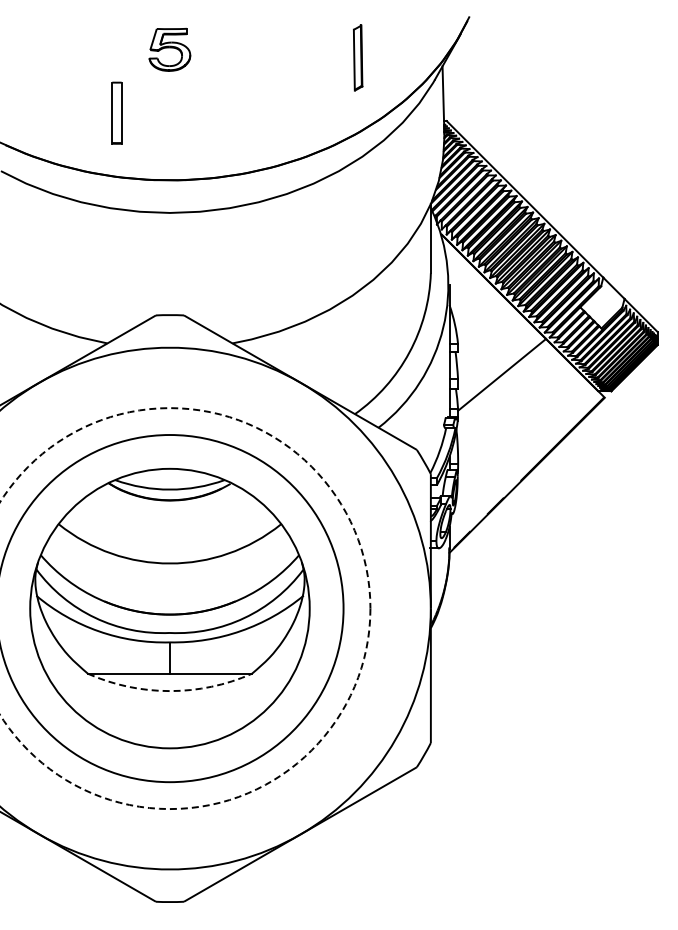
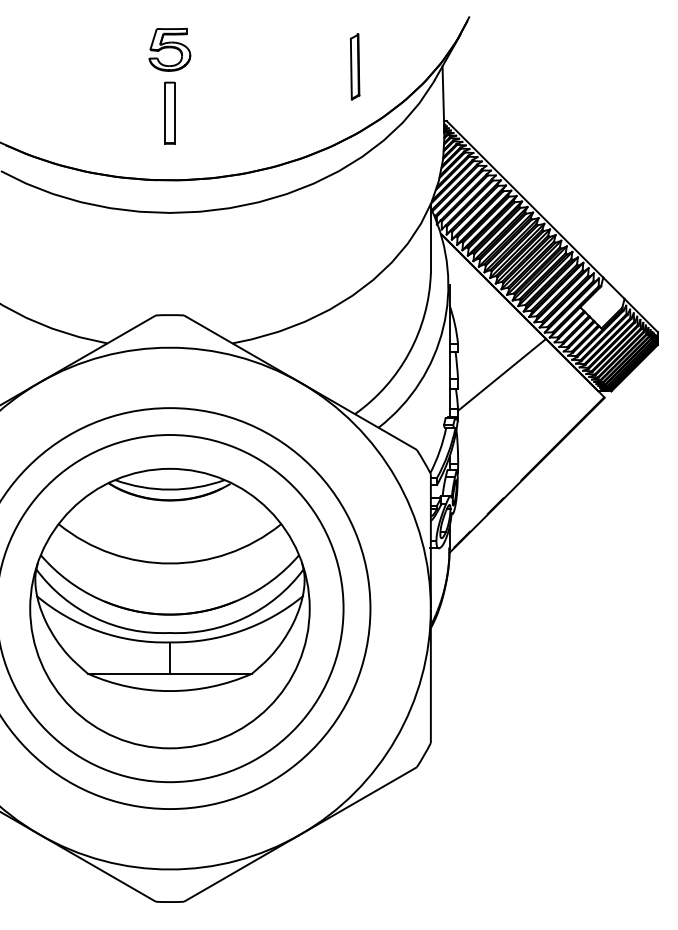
part at (358, 57) position: (358, 57) -> (355, 66)
part at (116, 112) position: (116, 112) -> (169, 112)
circle at (185, 608): dashed -> solid
arc at (169, 691): dashed -> solid
